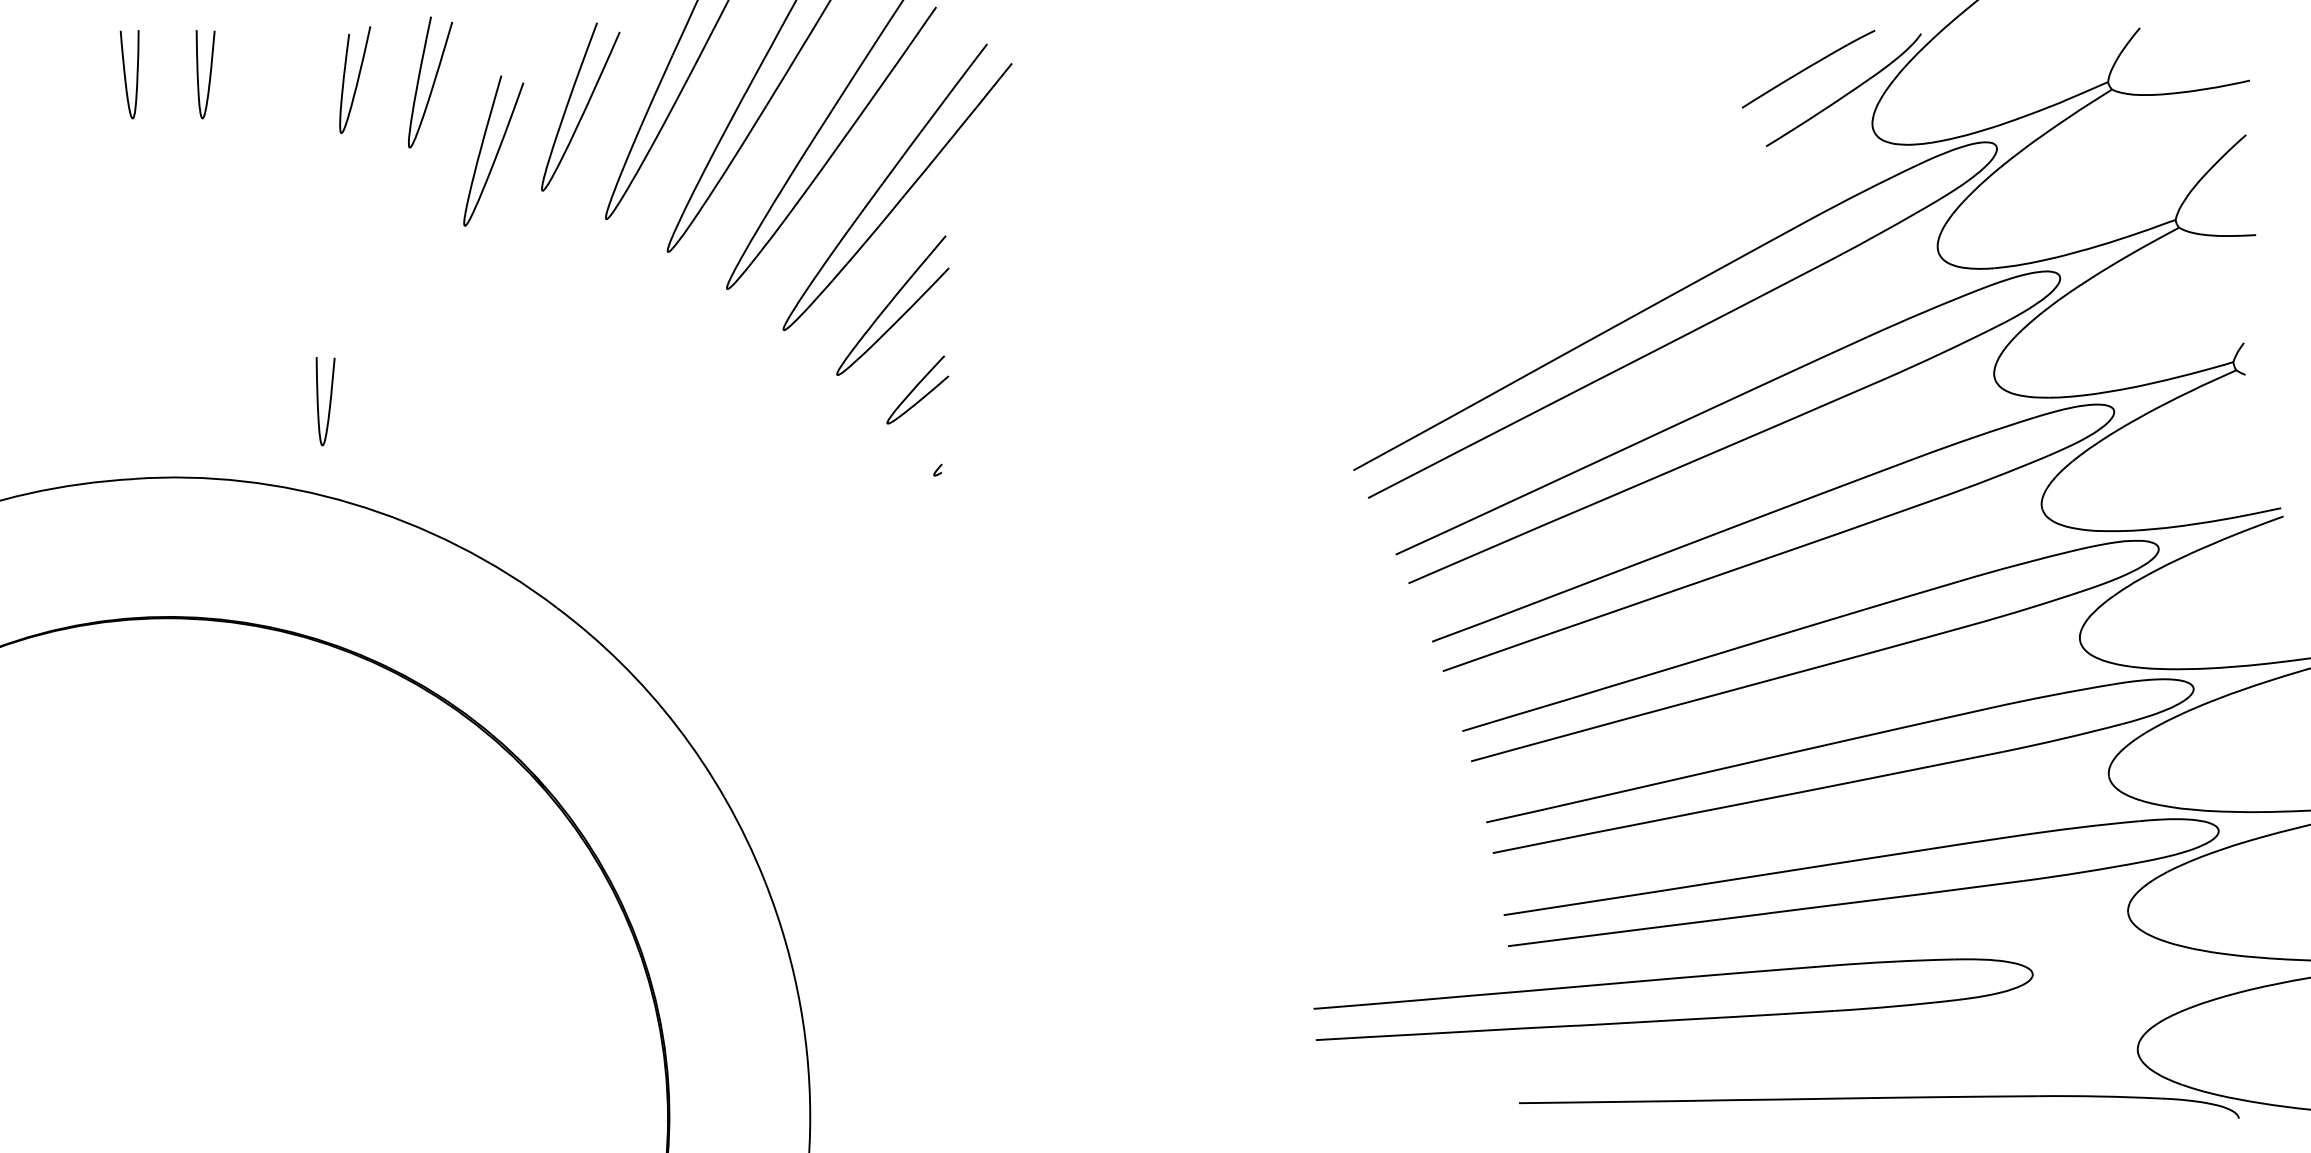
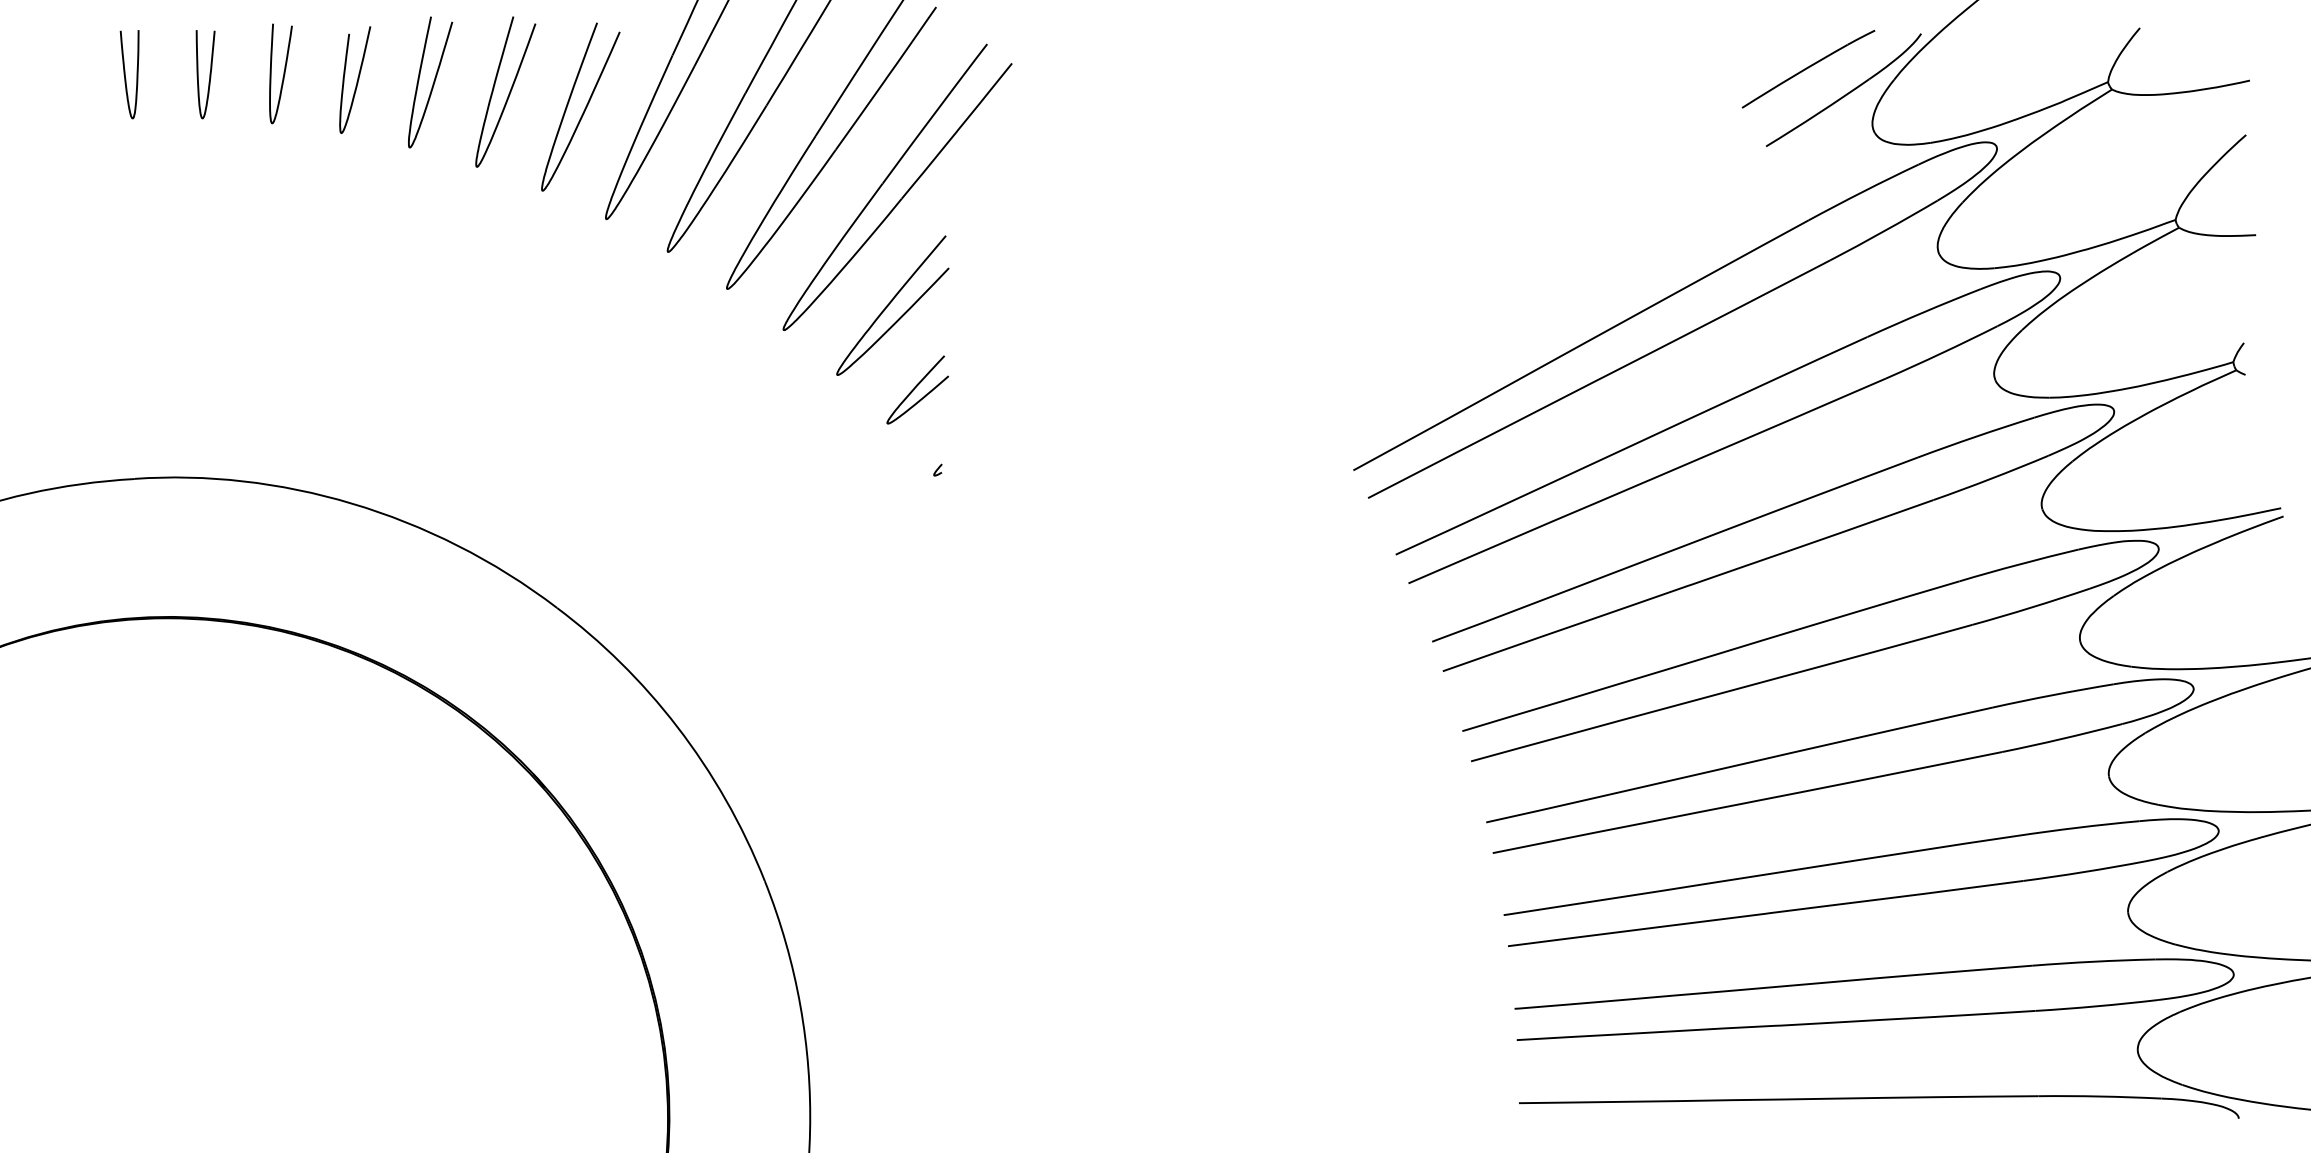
curve at (283, 73): none -> present
curve at (496, 152) position: (496, 152) -> (508, 93)
curve at (329, 401): present -> none
part at (1673, 979) position: (1673, 979) -> (1874, 979)
